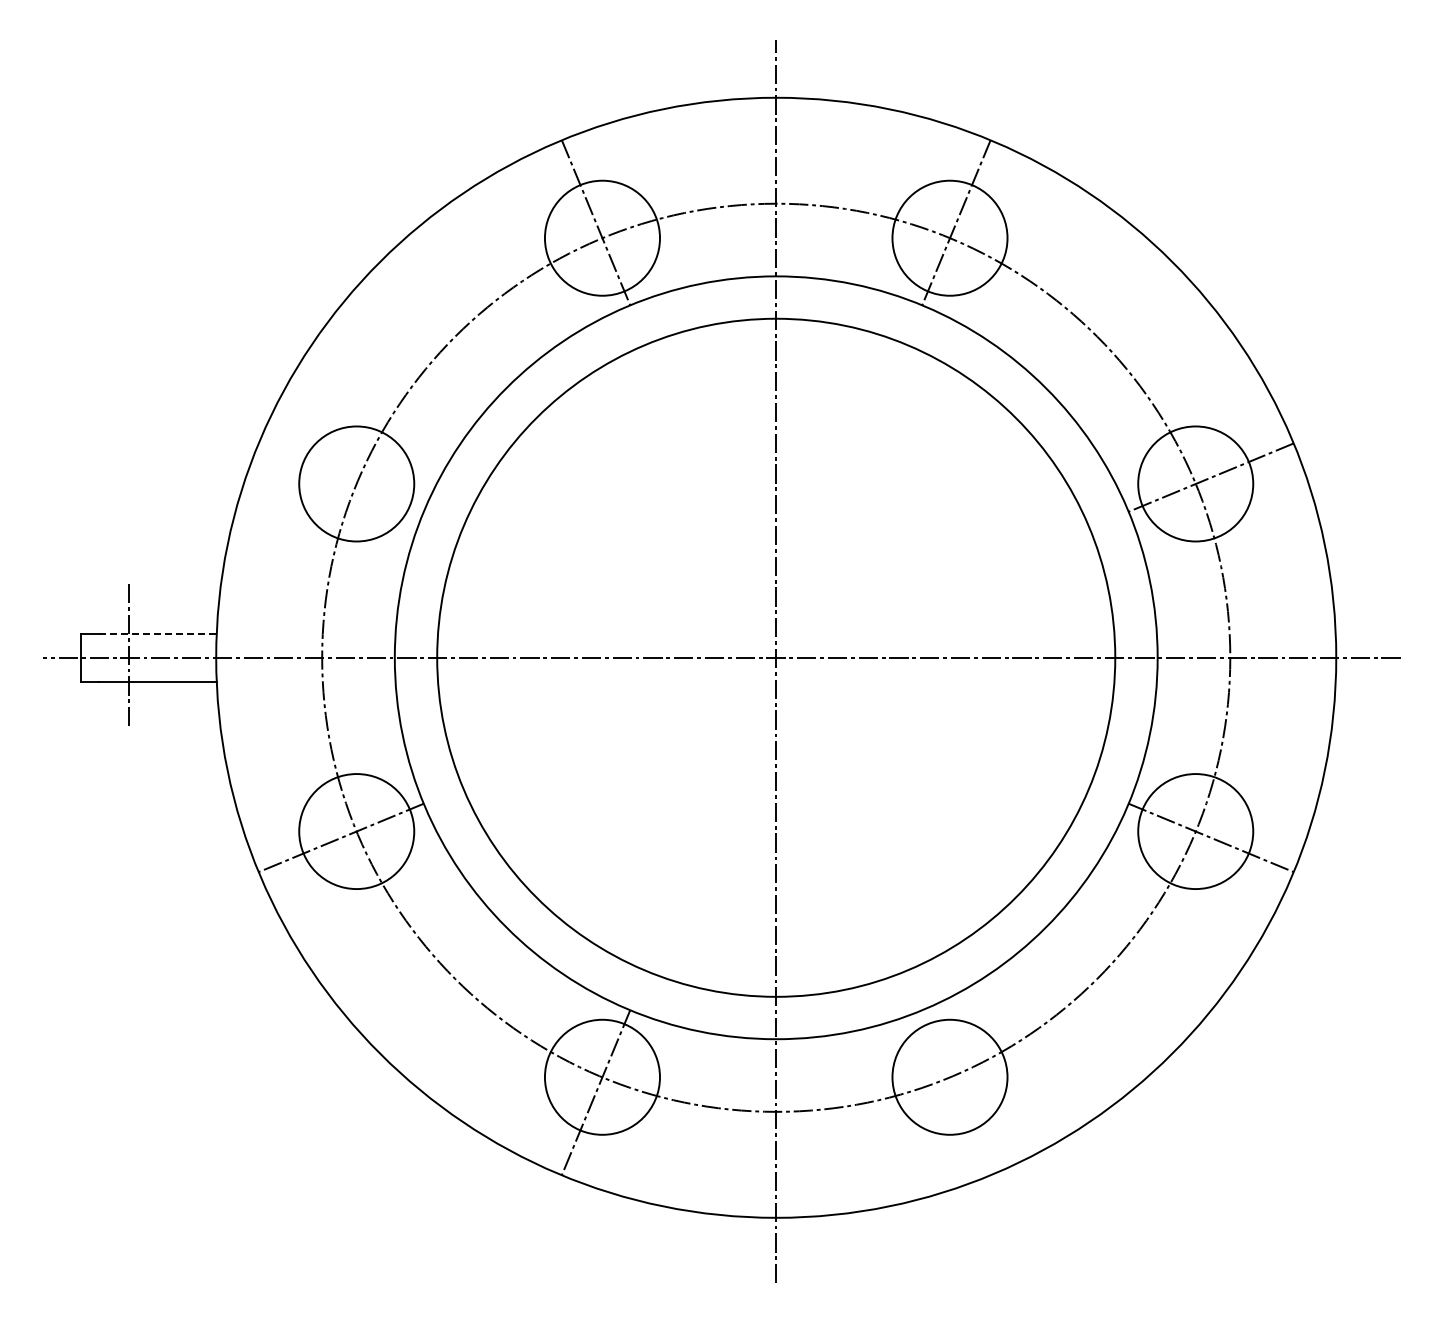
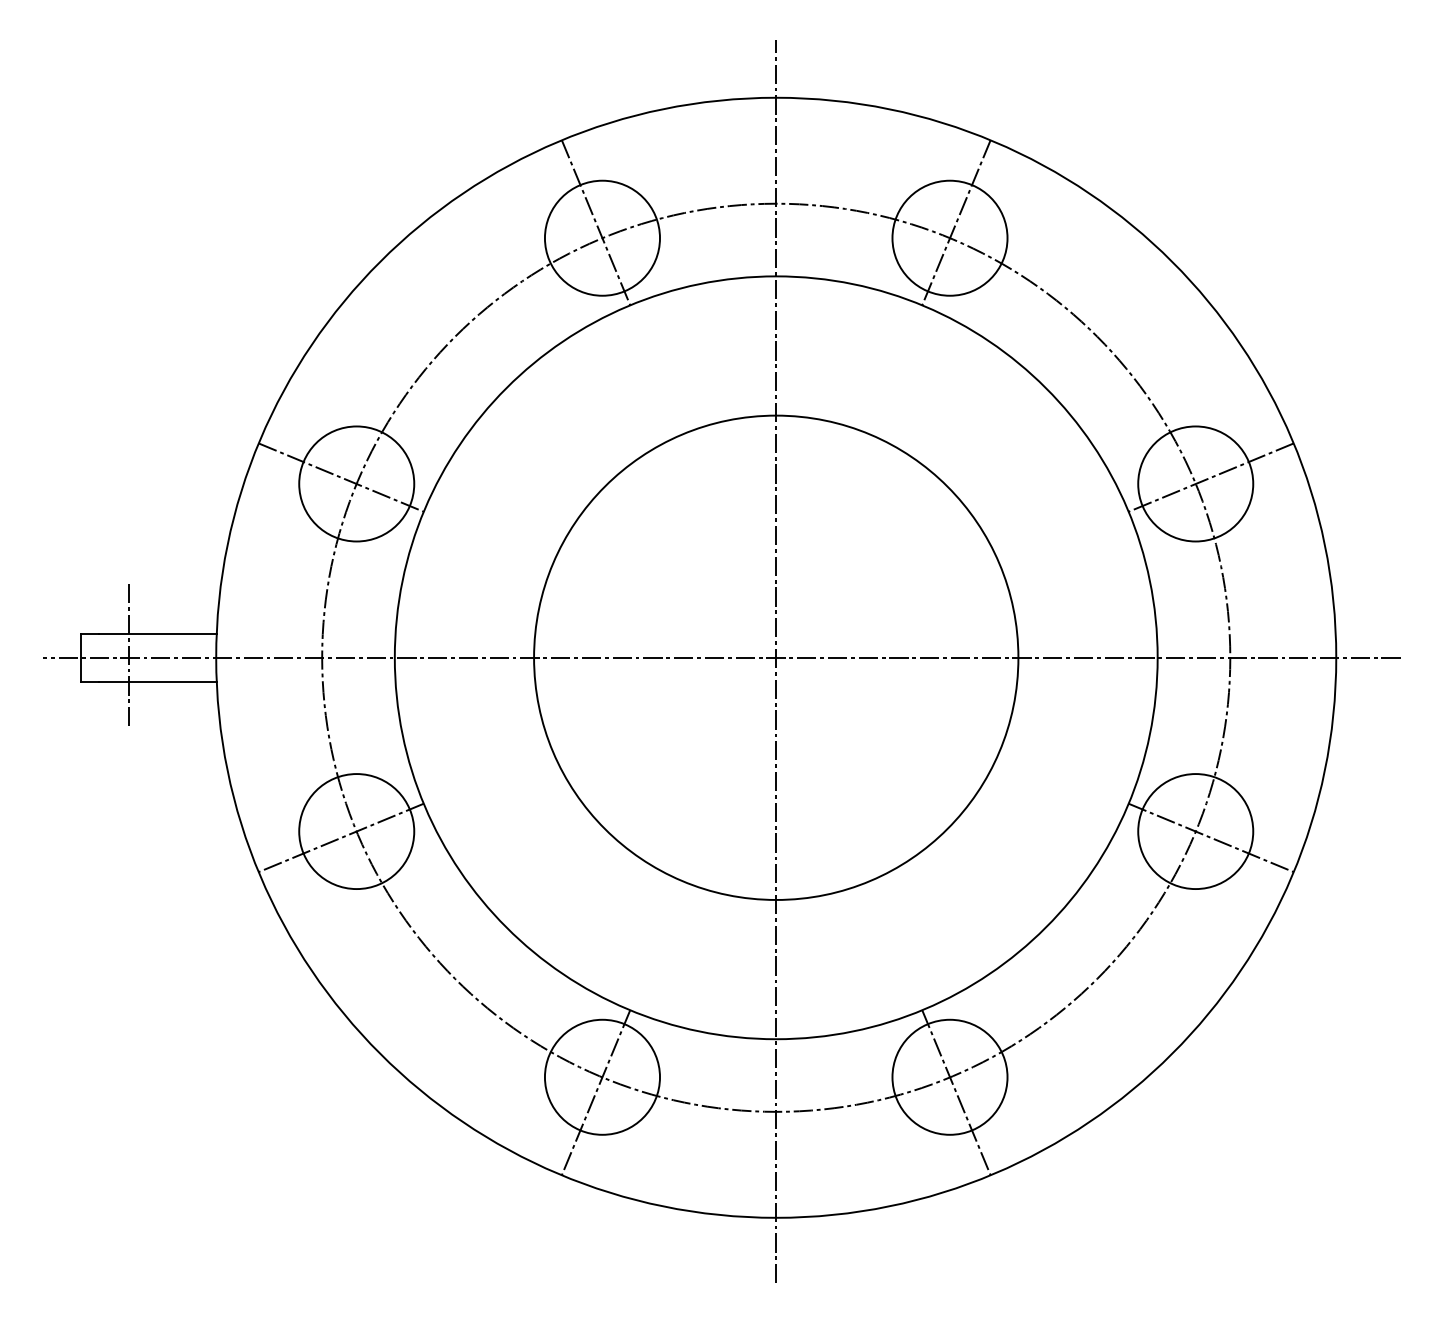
line at (340, 477): none -> present
line at (157, 633): dashed -> solid
circle at (776, 657) diameter: 678 px -> 484 px
line at (956, 1092): none -> present
